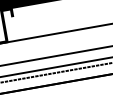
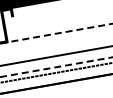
line at (56, 33): solid -> dashed
line at (56, 67): solid -> dashed
